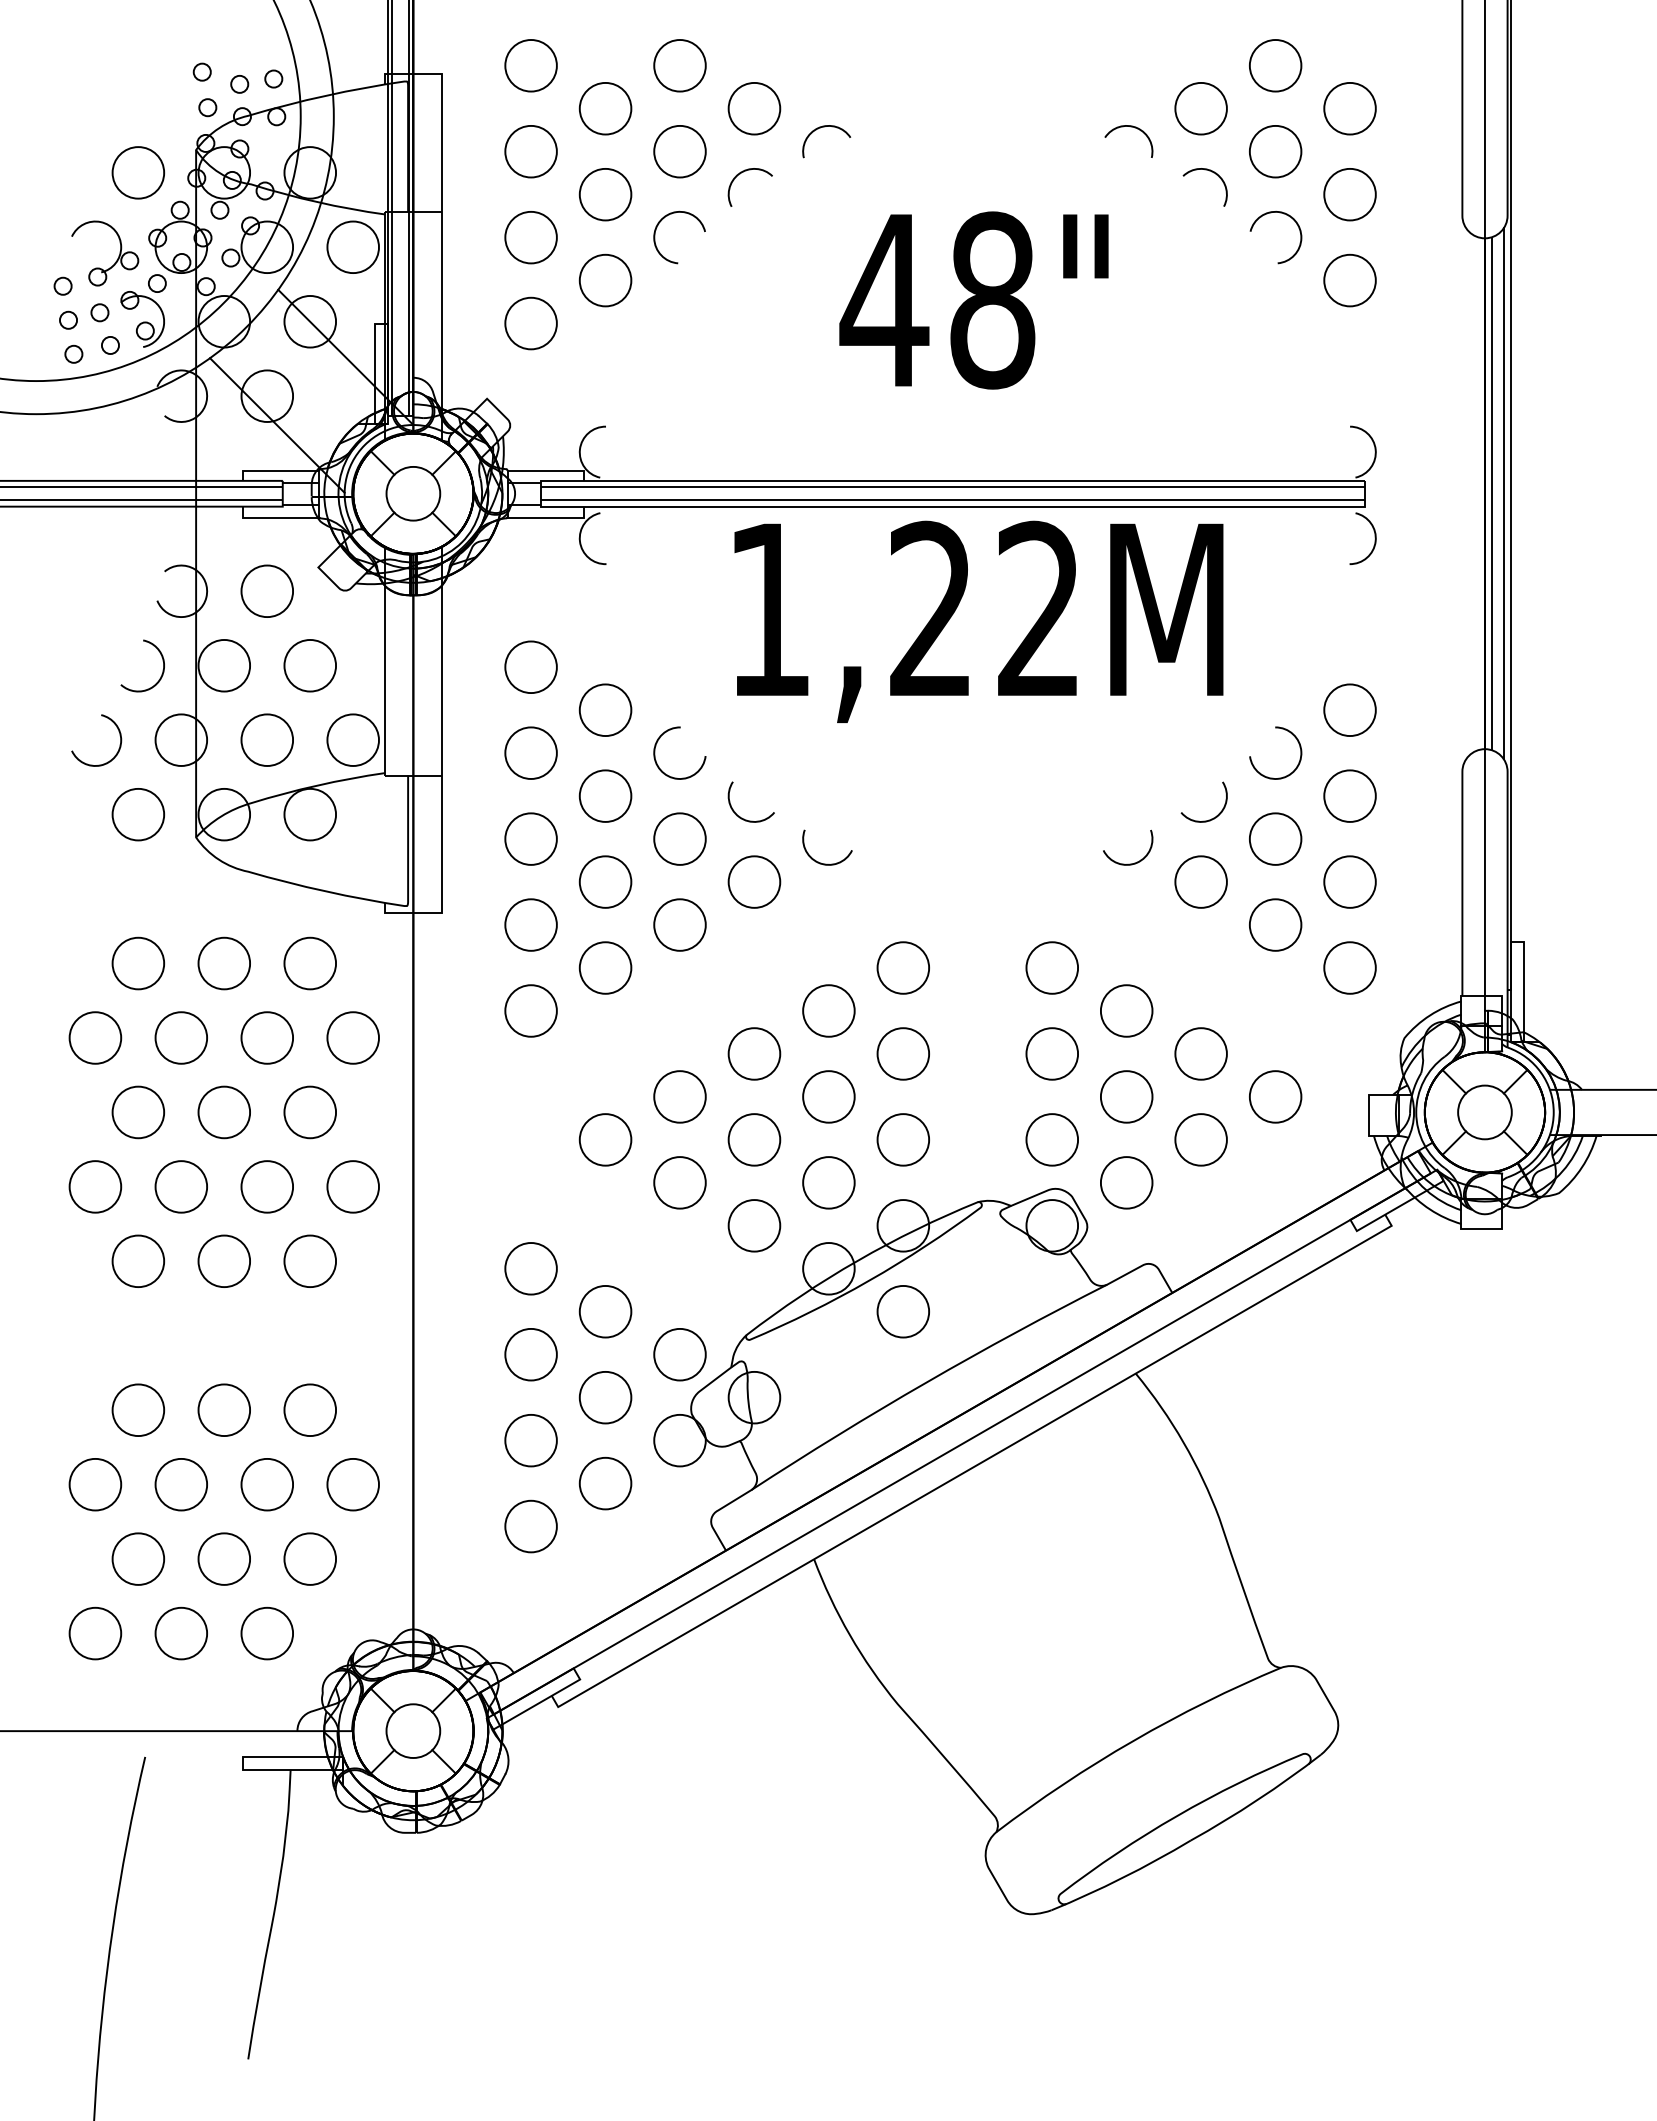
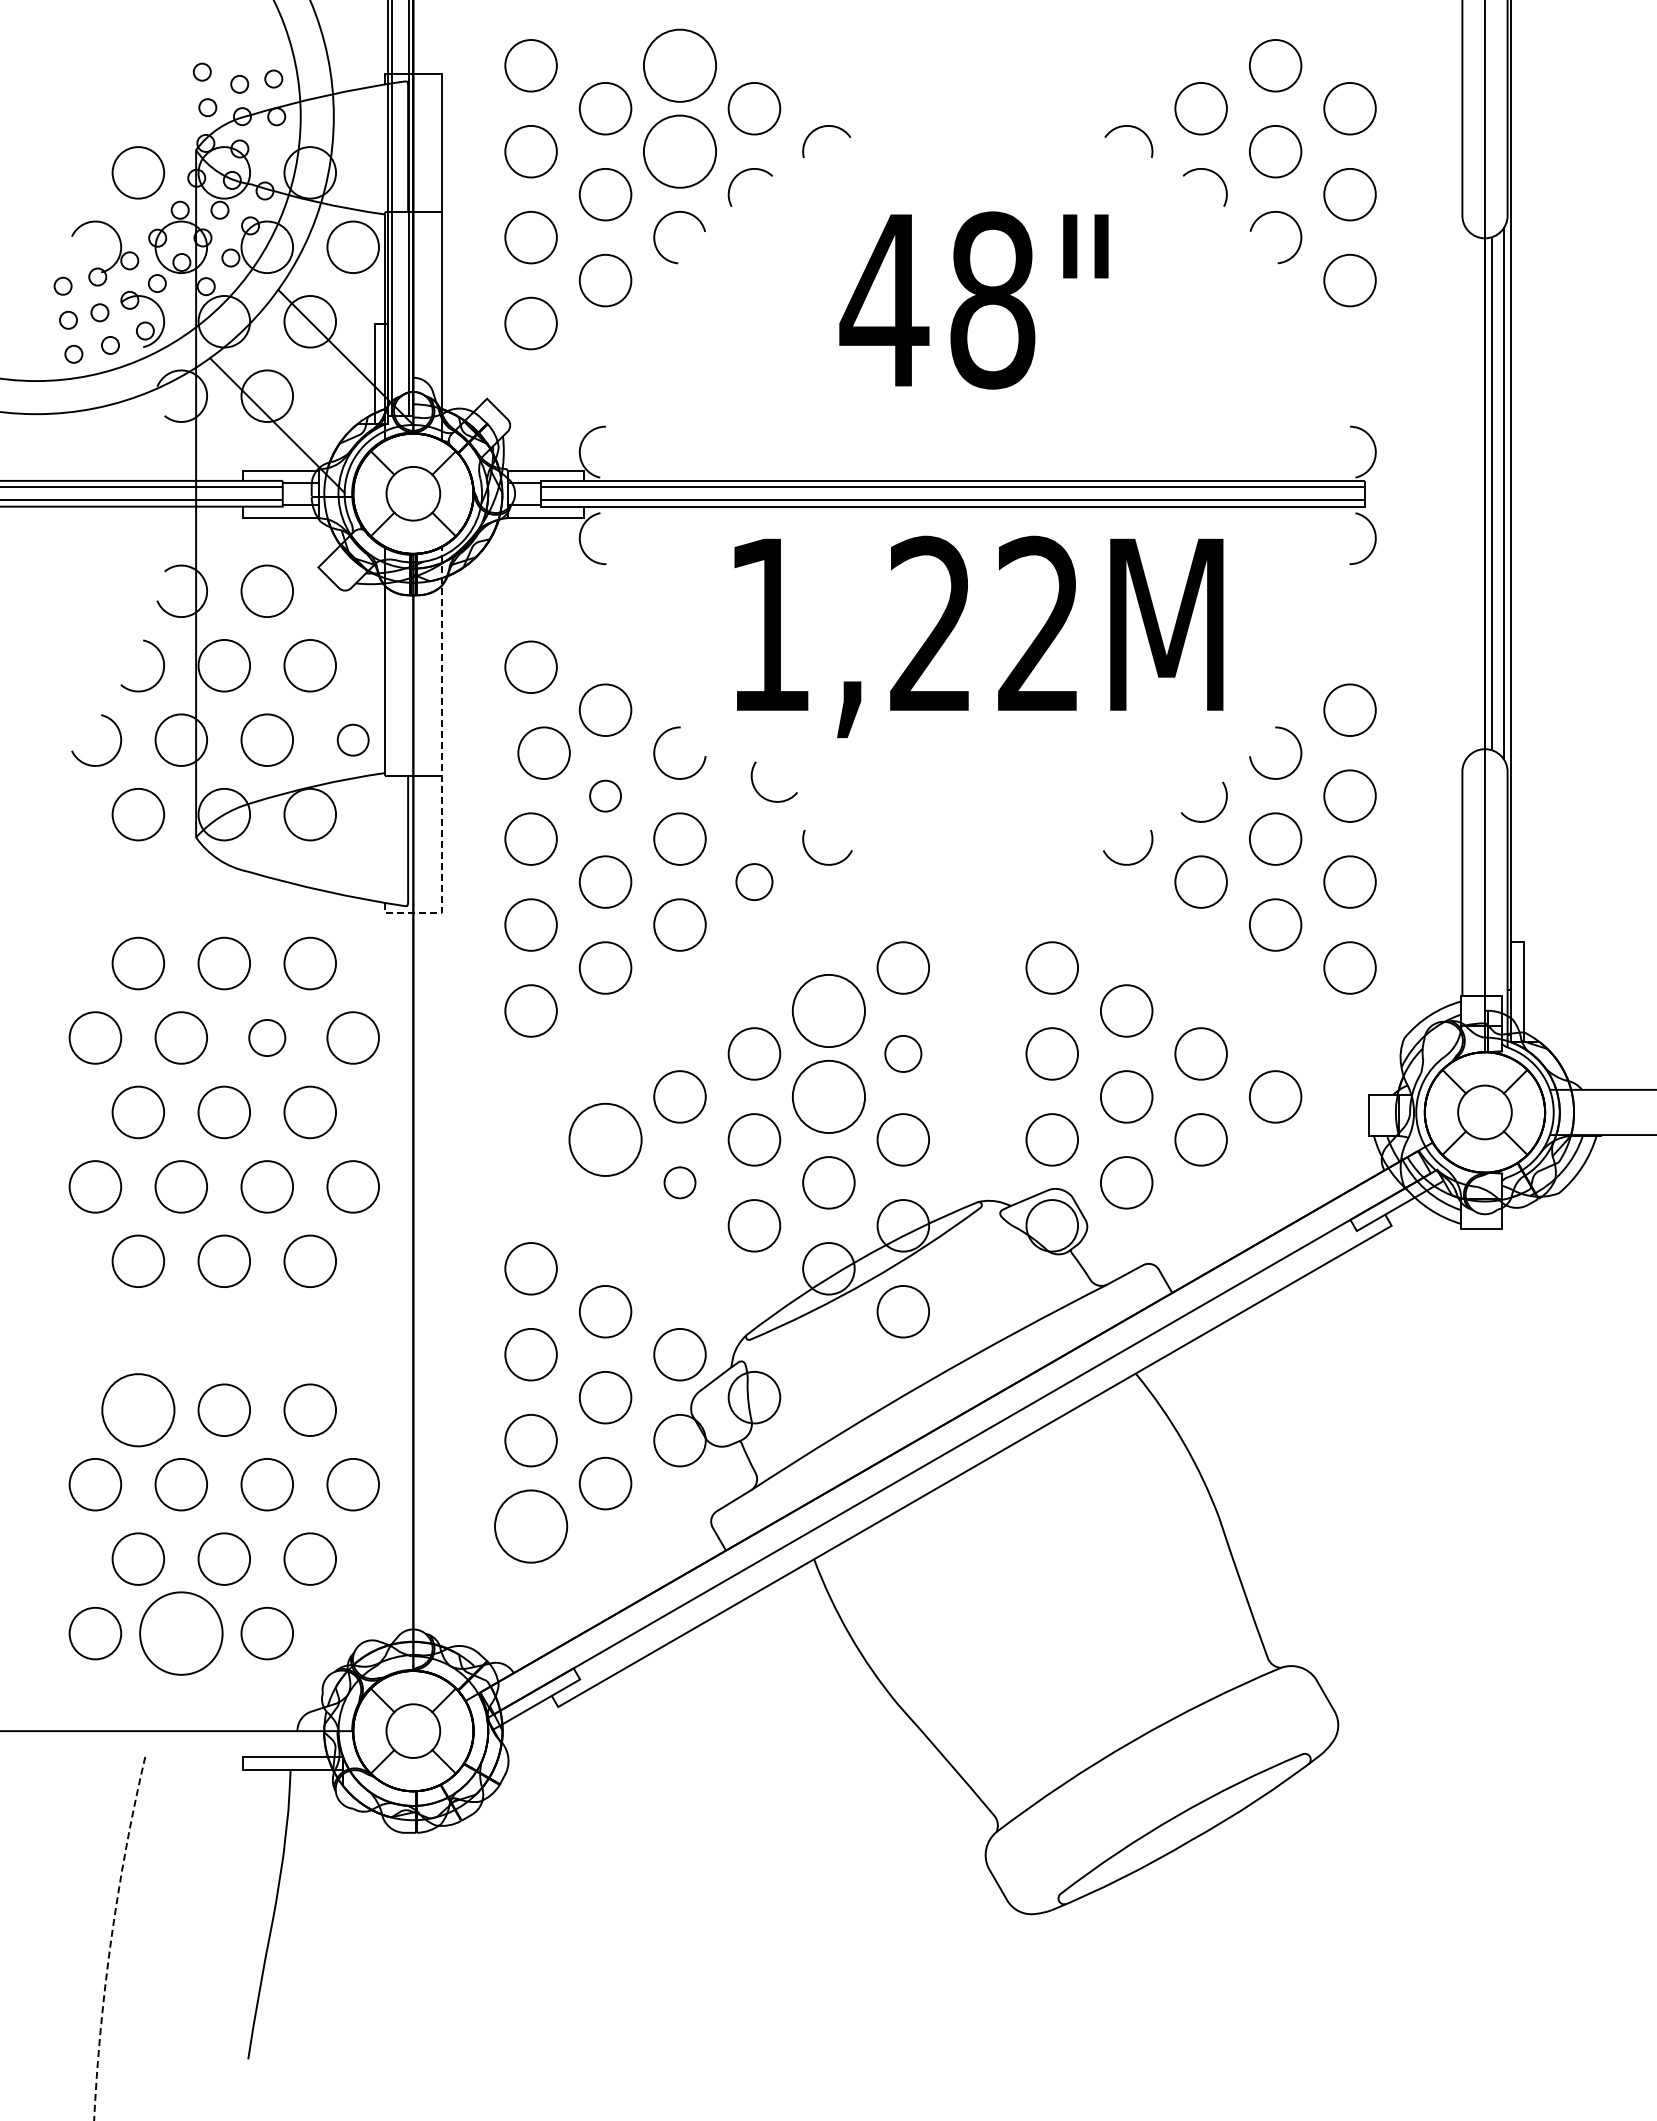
circle at (679, 65) diameter: 52 px -> 72 px
circle at (679, 151) diameter: 52 px -> 72 px
text at (978, 621) position: (978, 621) -> (978, 636)
circle at (353, 739) diameter: 52 px -> 31 px
circle at (530, 752) position: (530, 752) -> (543, 752)
line at (441, 765): solid -> dashed
circle at (605, 795) diameter: 52 px -> 31 px
arc at (739, 815) position: (739, 815) -> (762, 795)
circle at (754, 881) diameter: 52 px -> 36 px
circle at (828, 1010) size: 54x54 px -> 75x74 px
circle at (267, 1037) diameter: 52 px -> 36 px
circle at (903, 1053) diameter: 52 px -> 36 px
circle at (828, 1096) diameter: 52 px -> 72 px
circle at (605, 1139) diameter: 52 px -> 72 px
circle at (679, 1182) diameter: 52 px -> 31 px
circle at (138, 1410) diameter: 52 px -> 72 px
circle at (530, 1526) diameter: 52 px -> 72 px
circle at (181, 1633) diameter: 52 px -> 82 px
line at (111, 1937): solid -> dashed
